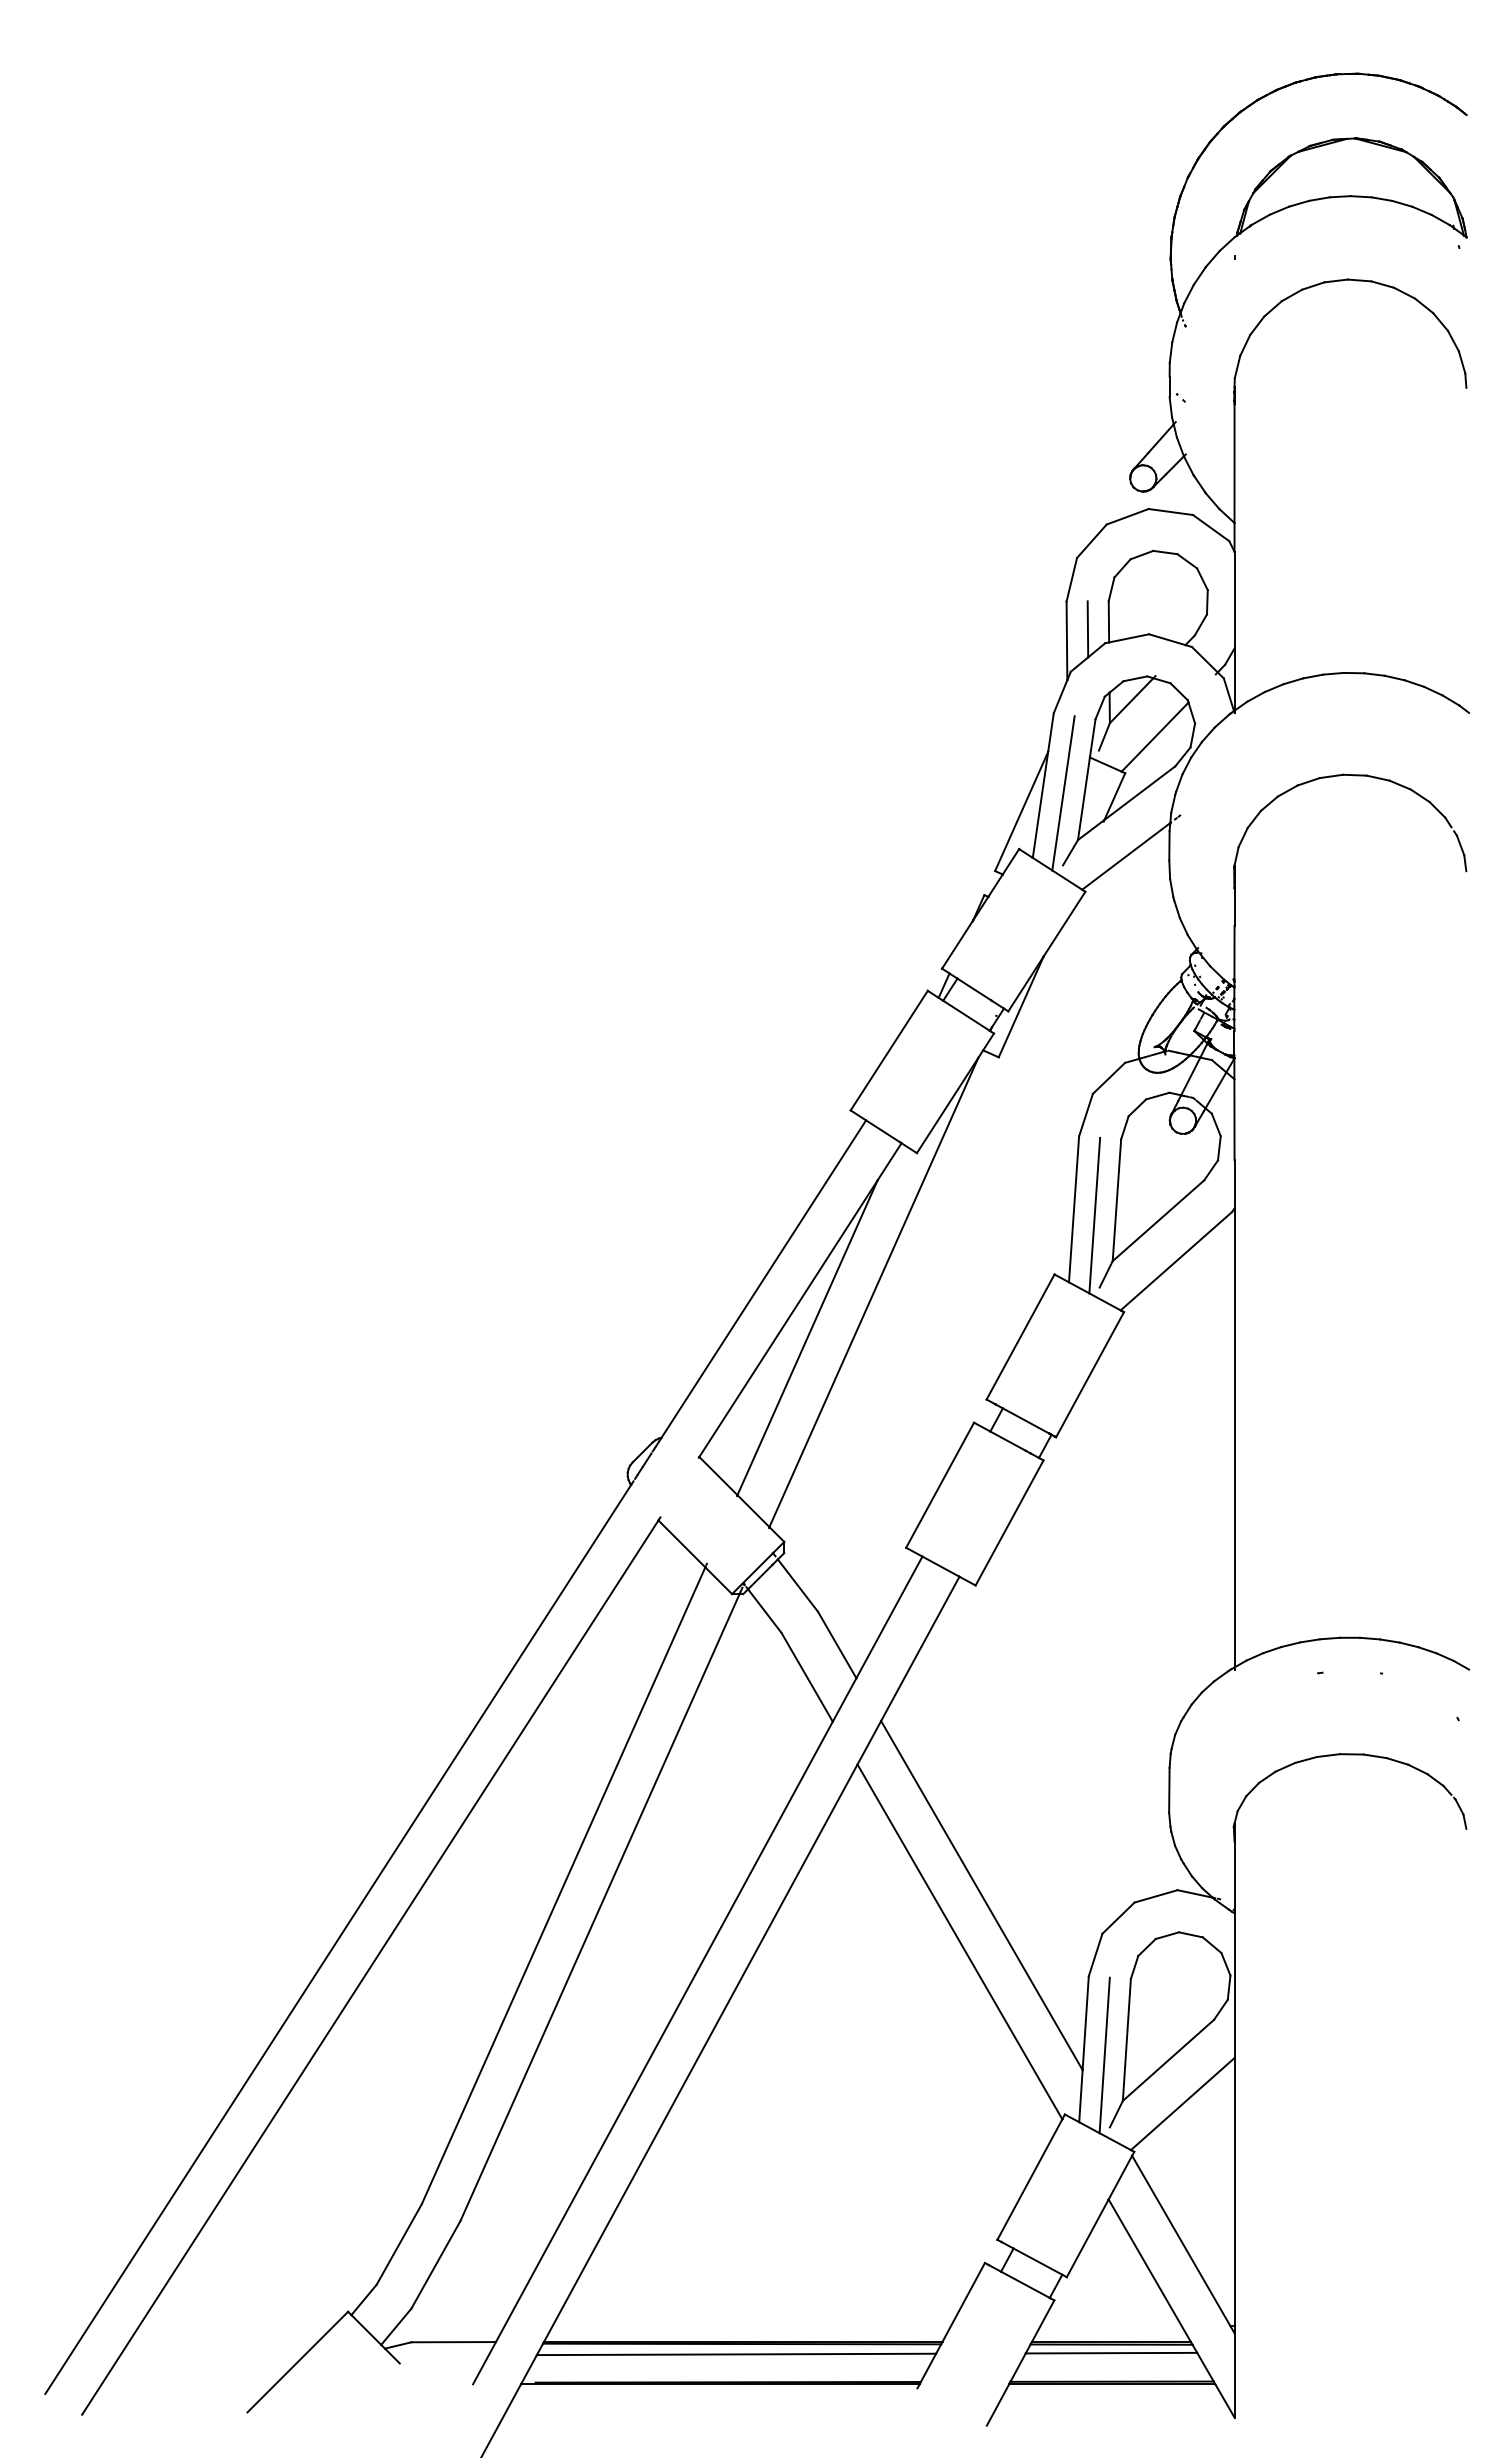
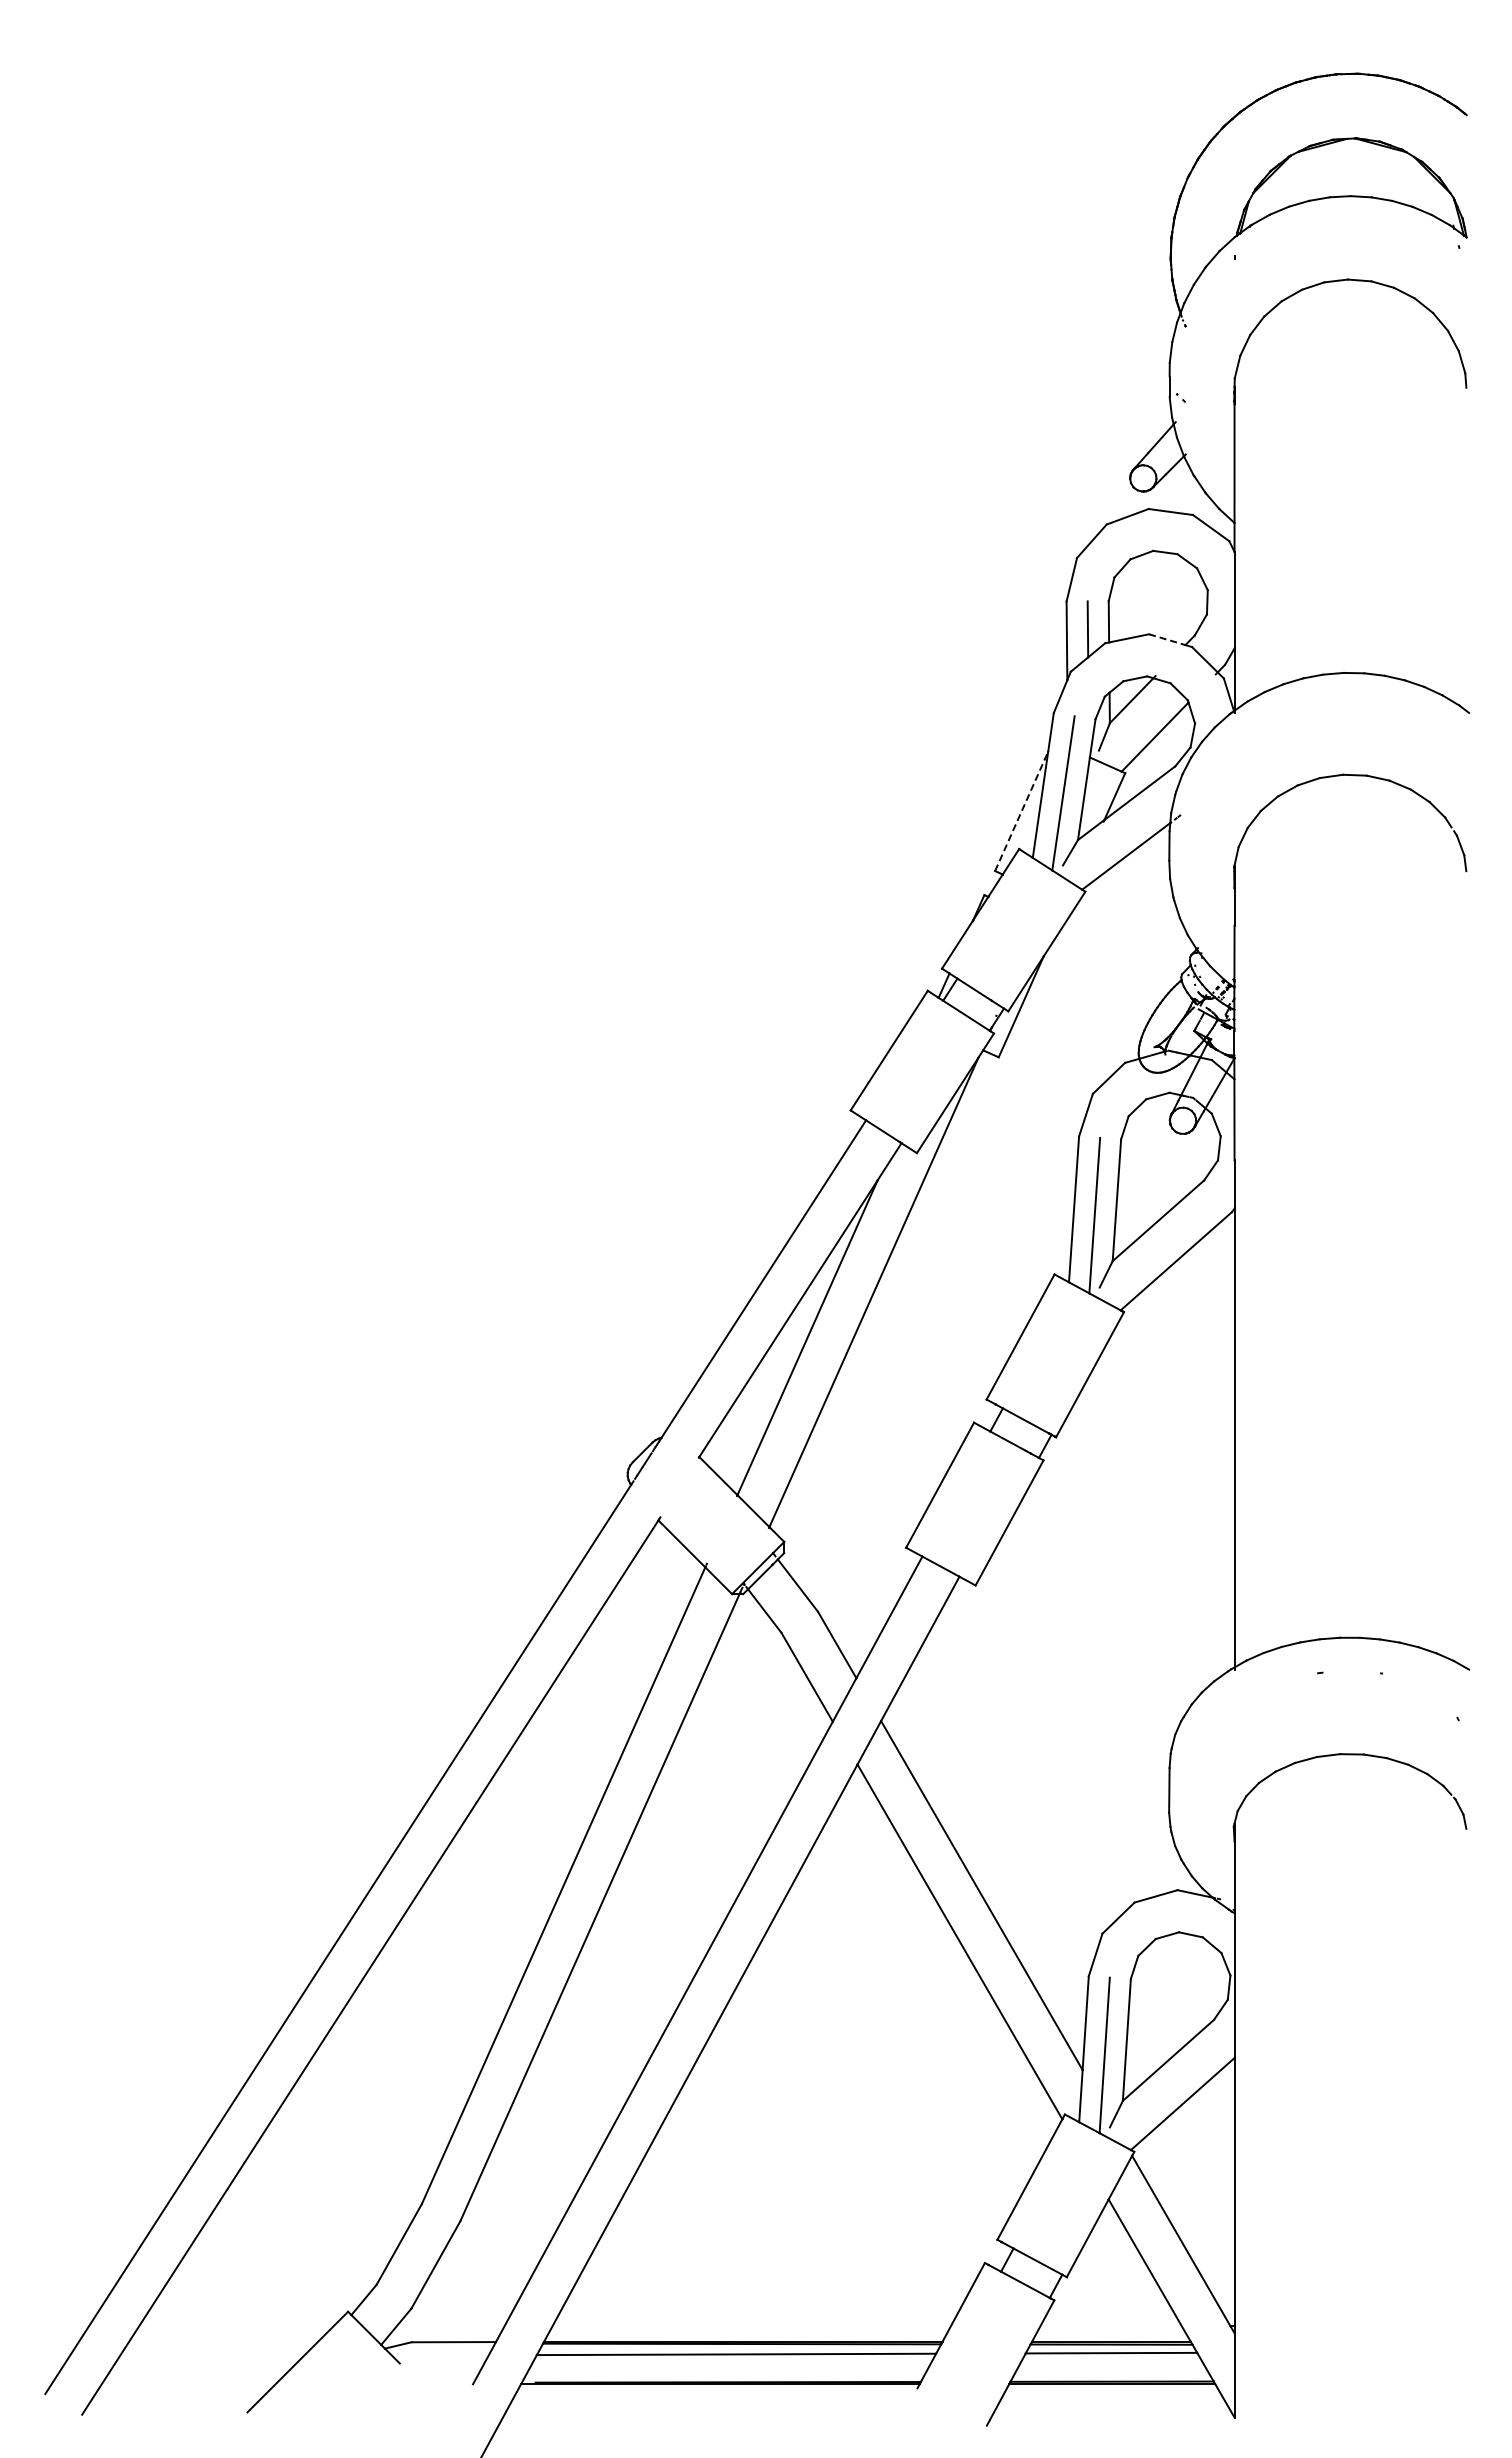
line at (1167, 639): solid -> dashed
line at (1021, 811): solid -> dashed
